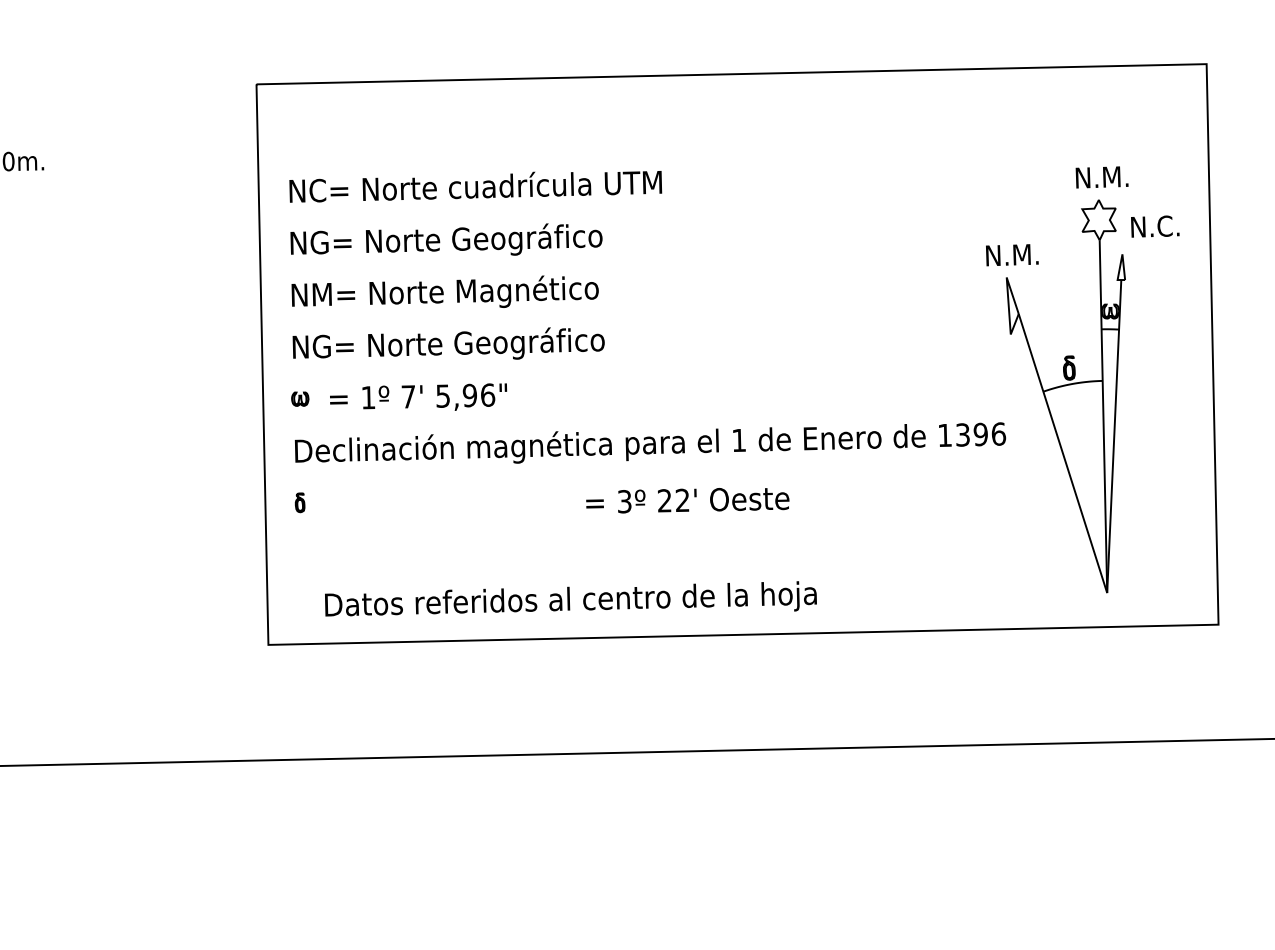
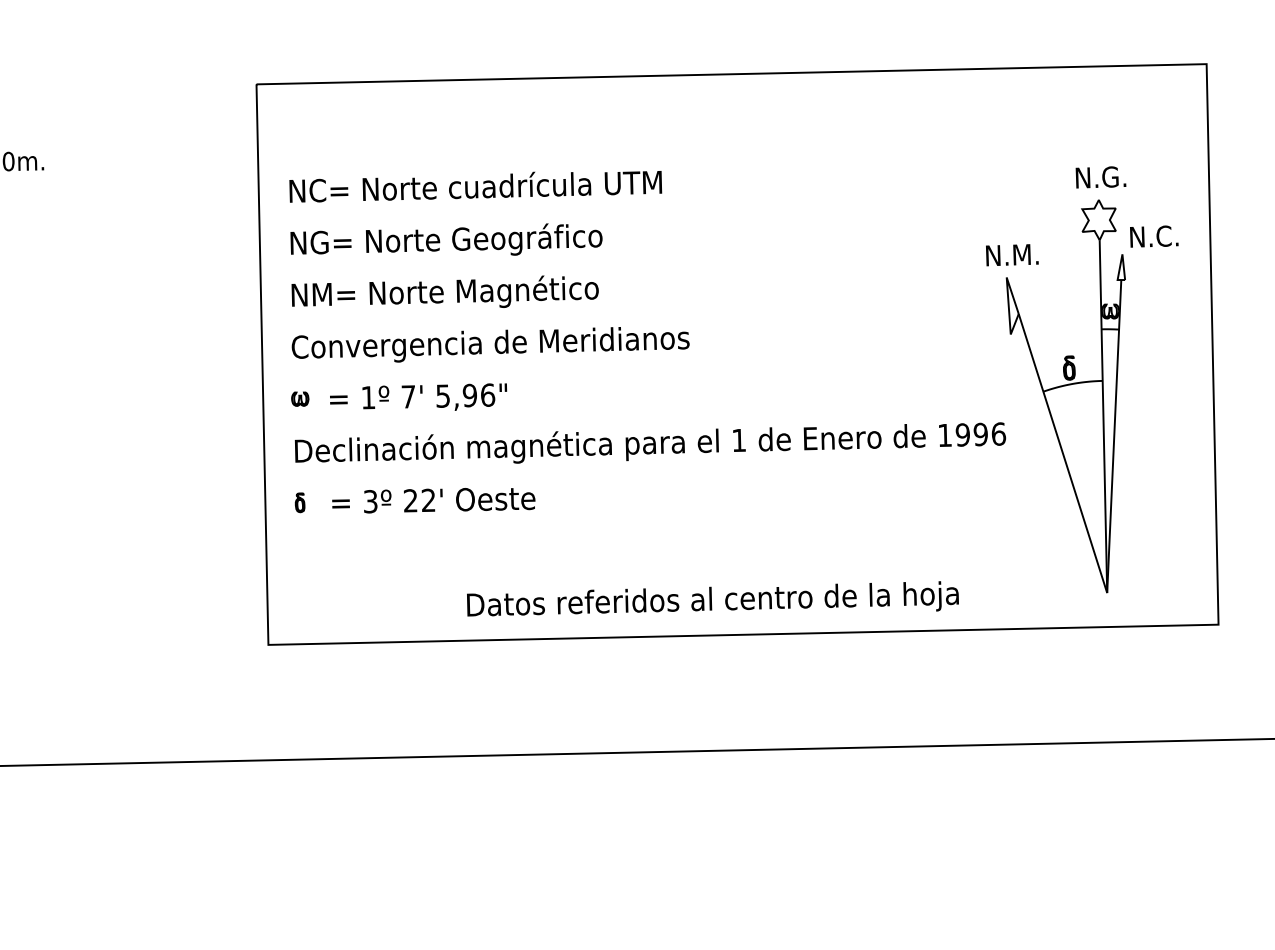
text at (1115, 176): N.M. -> N.G.
text at (1155, 226) position: (1155, 226) -> (1154, 236)
text at (490, 344): NG= Norte Geográfico -> Convergencia de Meridianos
text at (962, 434): 1396 -> 1996
text at (687, 500) position: (687, 500) -> (433, 500)
text at (570, 598) position: (570, 598) -> (712, 598)
